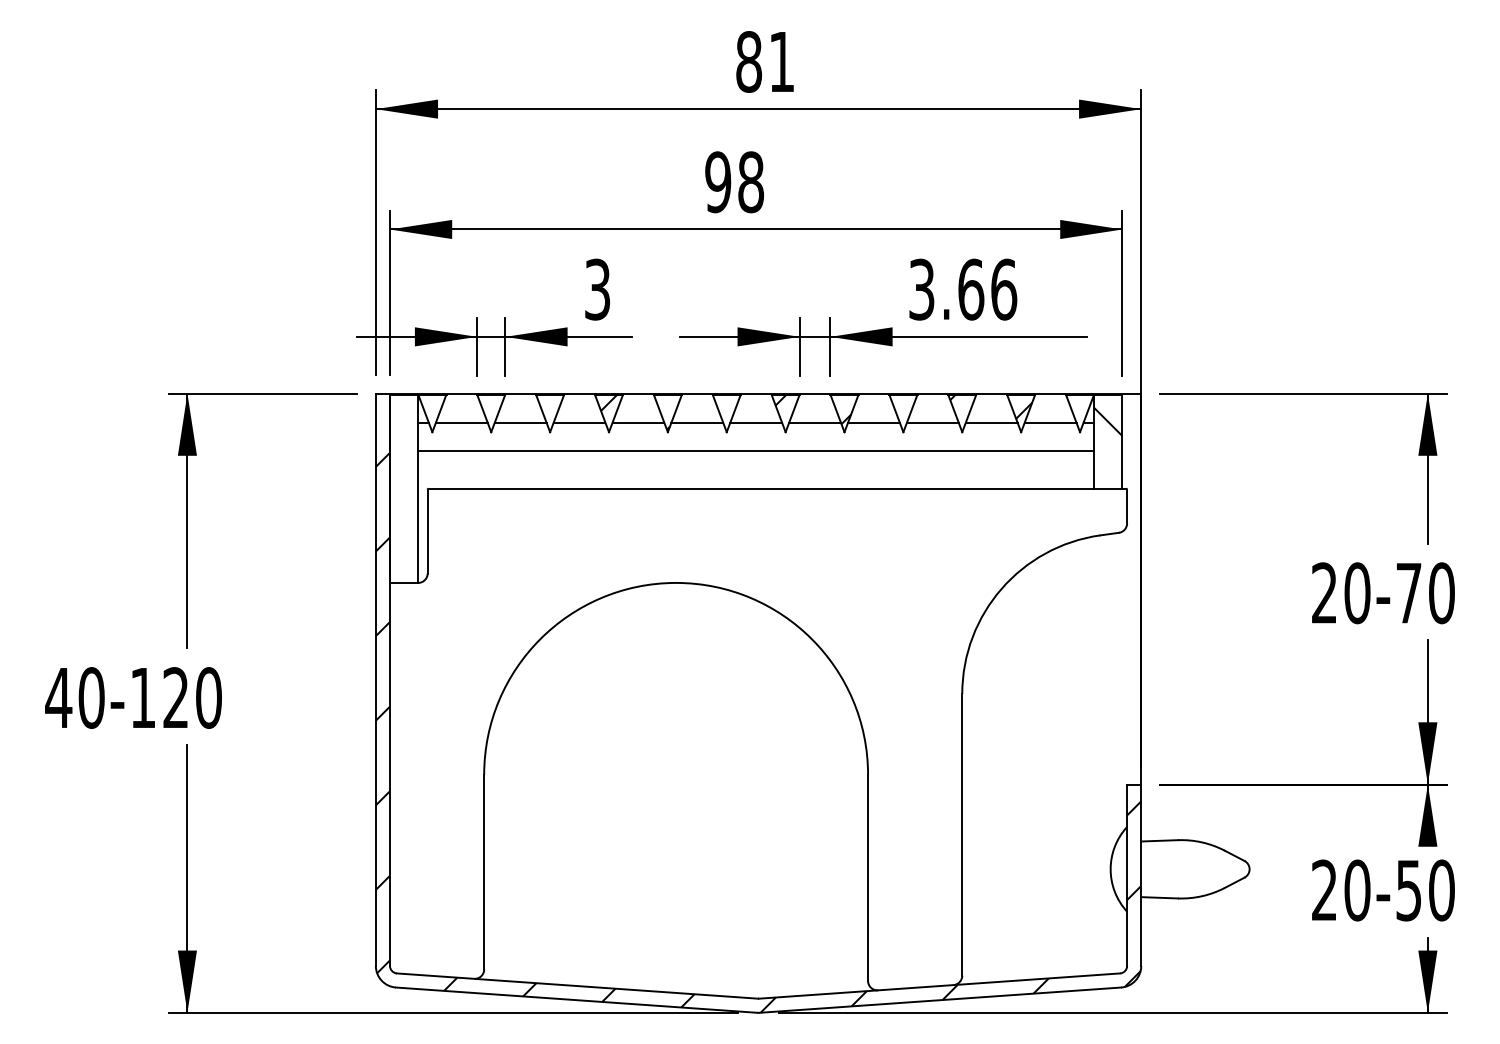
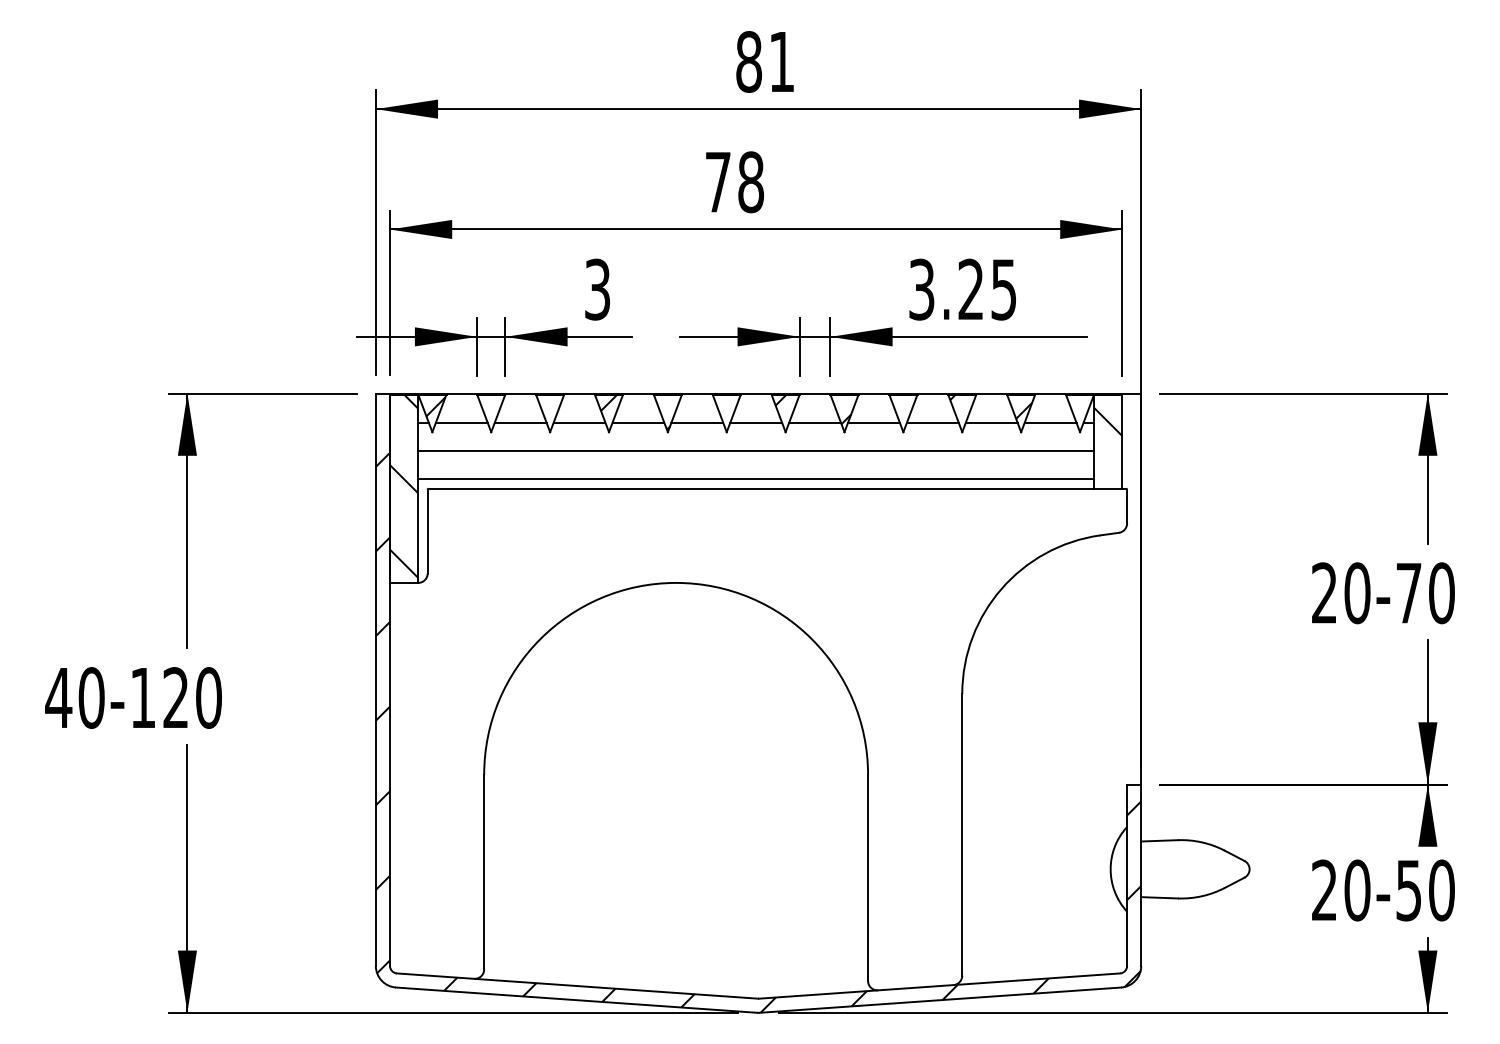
text at (718, 182): 98 -> 78
text at (987, 289): 3.66 -> 3.25
hatch at (435, 406): none -> present
line at (756, 479): none -> present
hatch at (403, 485): none -> present
